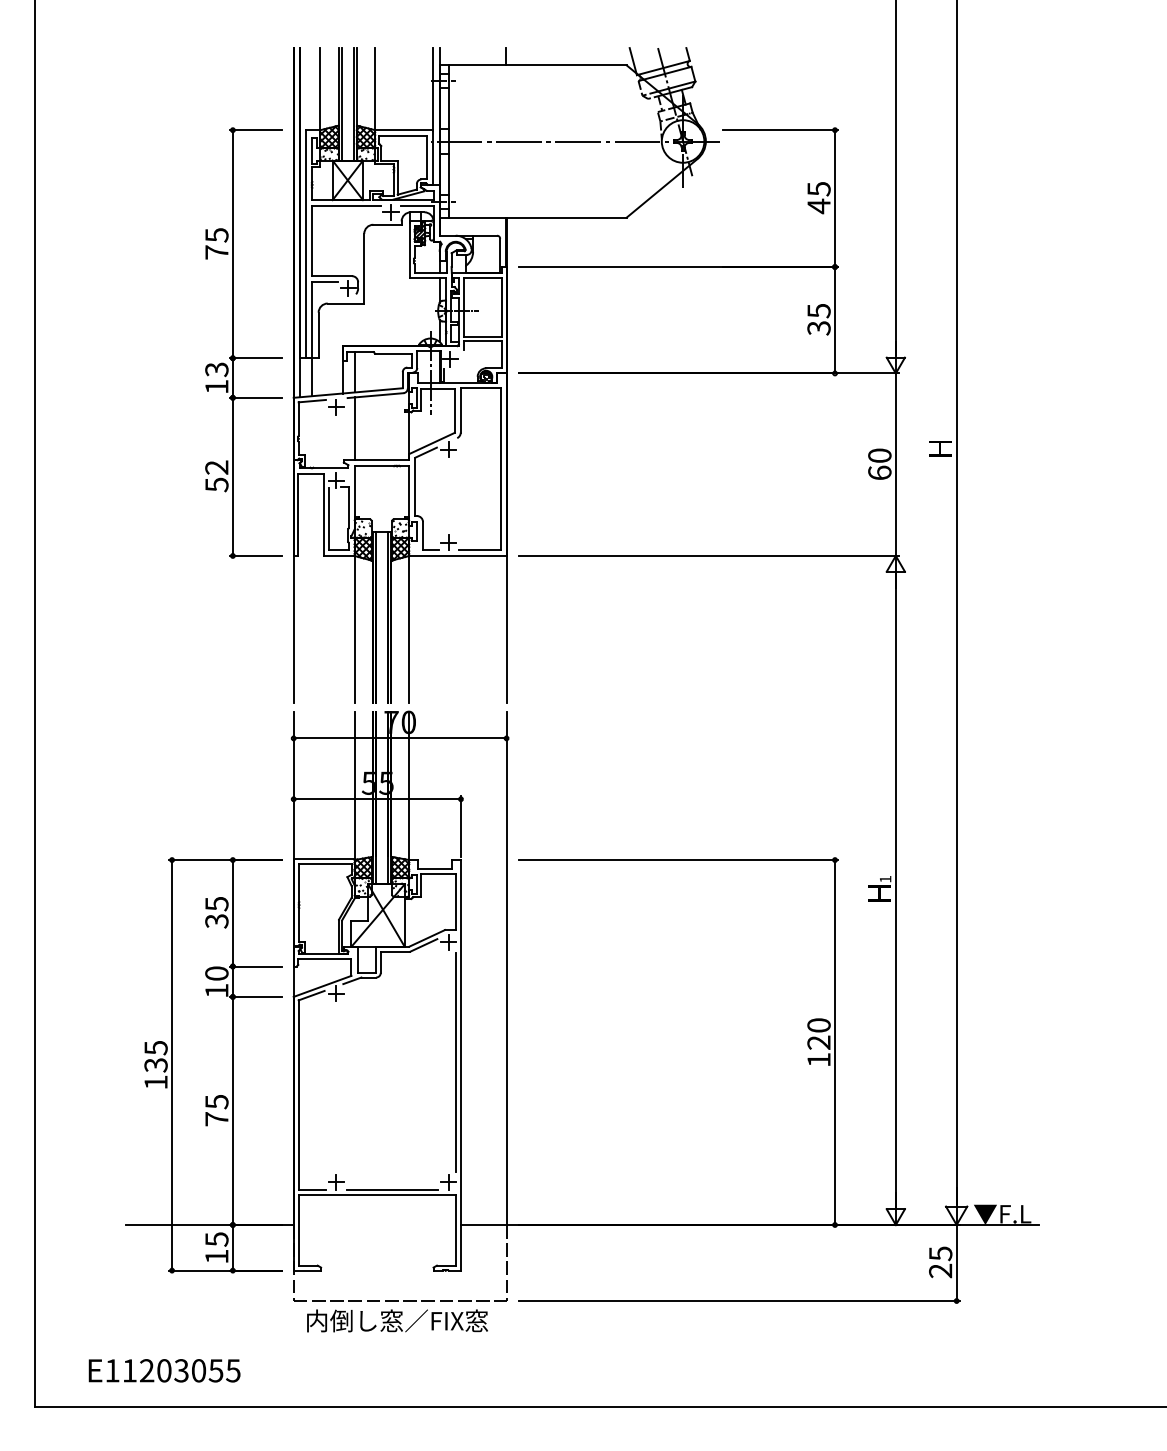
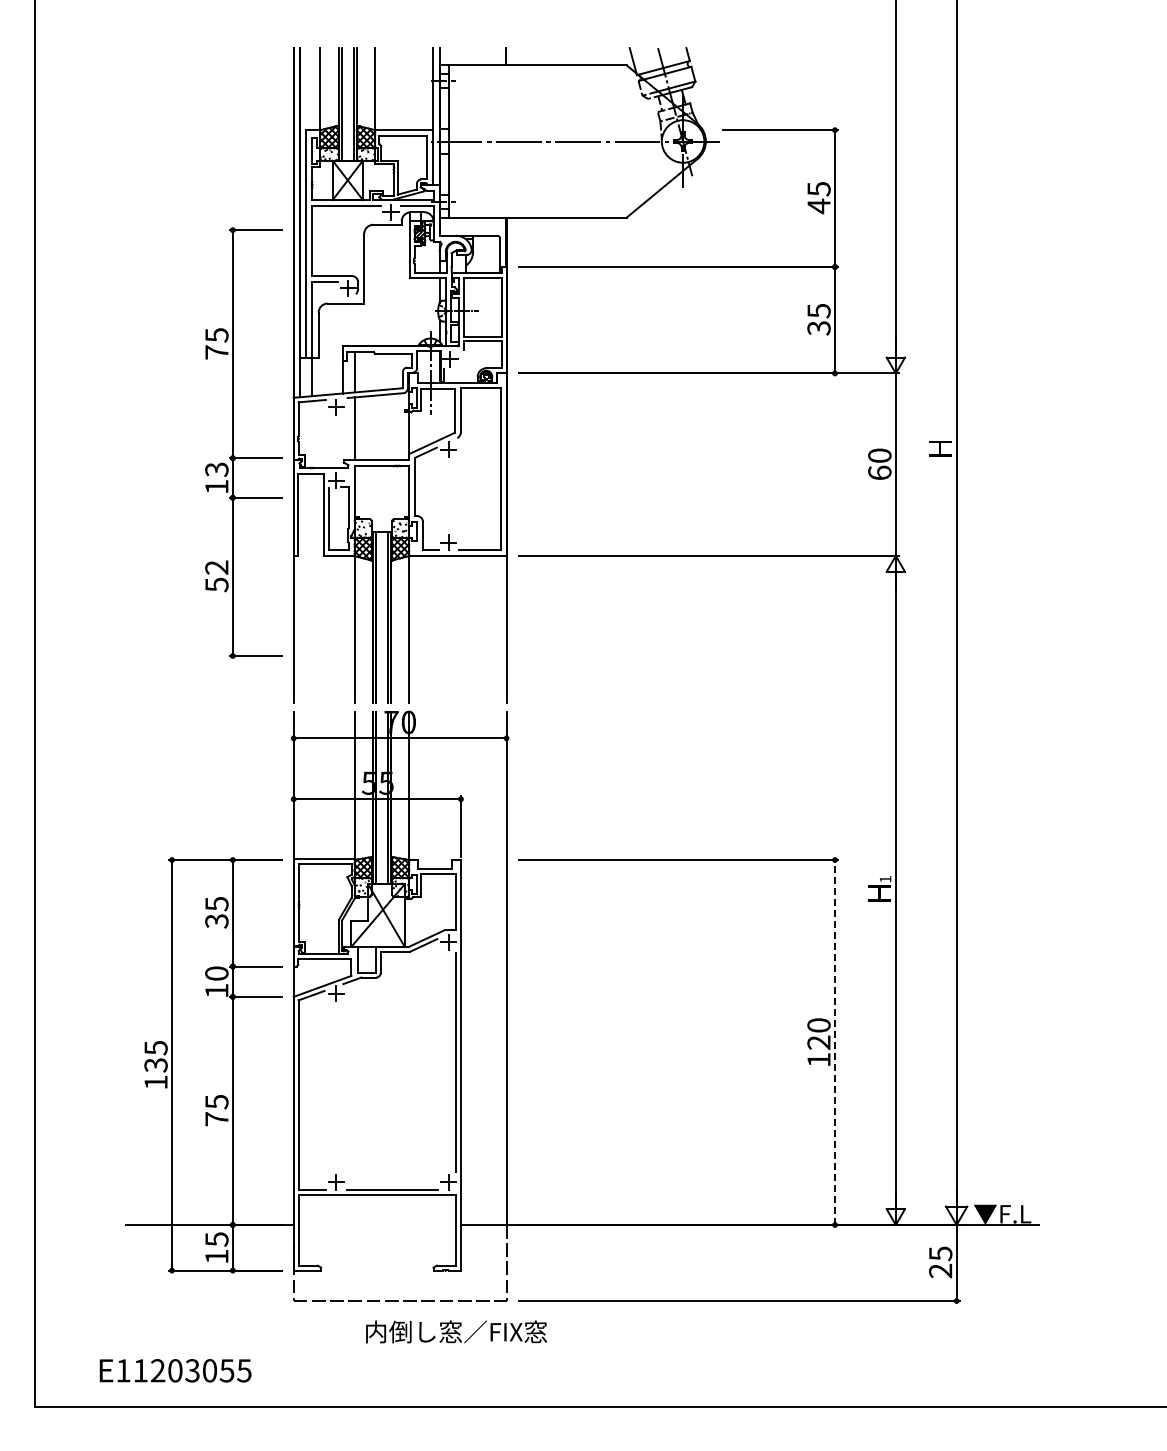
part at (233, 342) position: (233, 342) -> (233, 442)
line at (835, 1042): solid -> dashed
text at (397, 1320) position: (397, 1320) -> (456, 1331)
text at (164, 1370) position: (164, 1370) -> (175, 1370)
